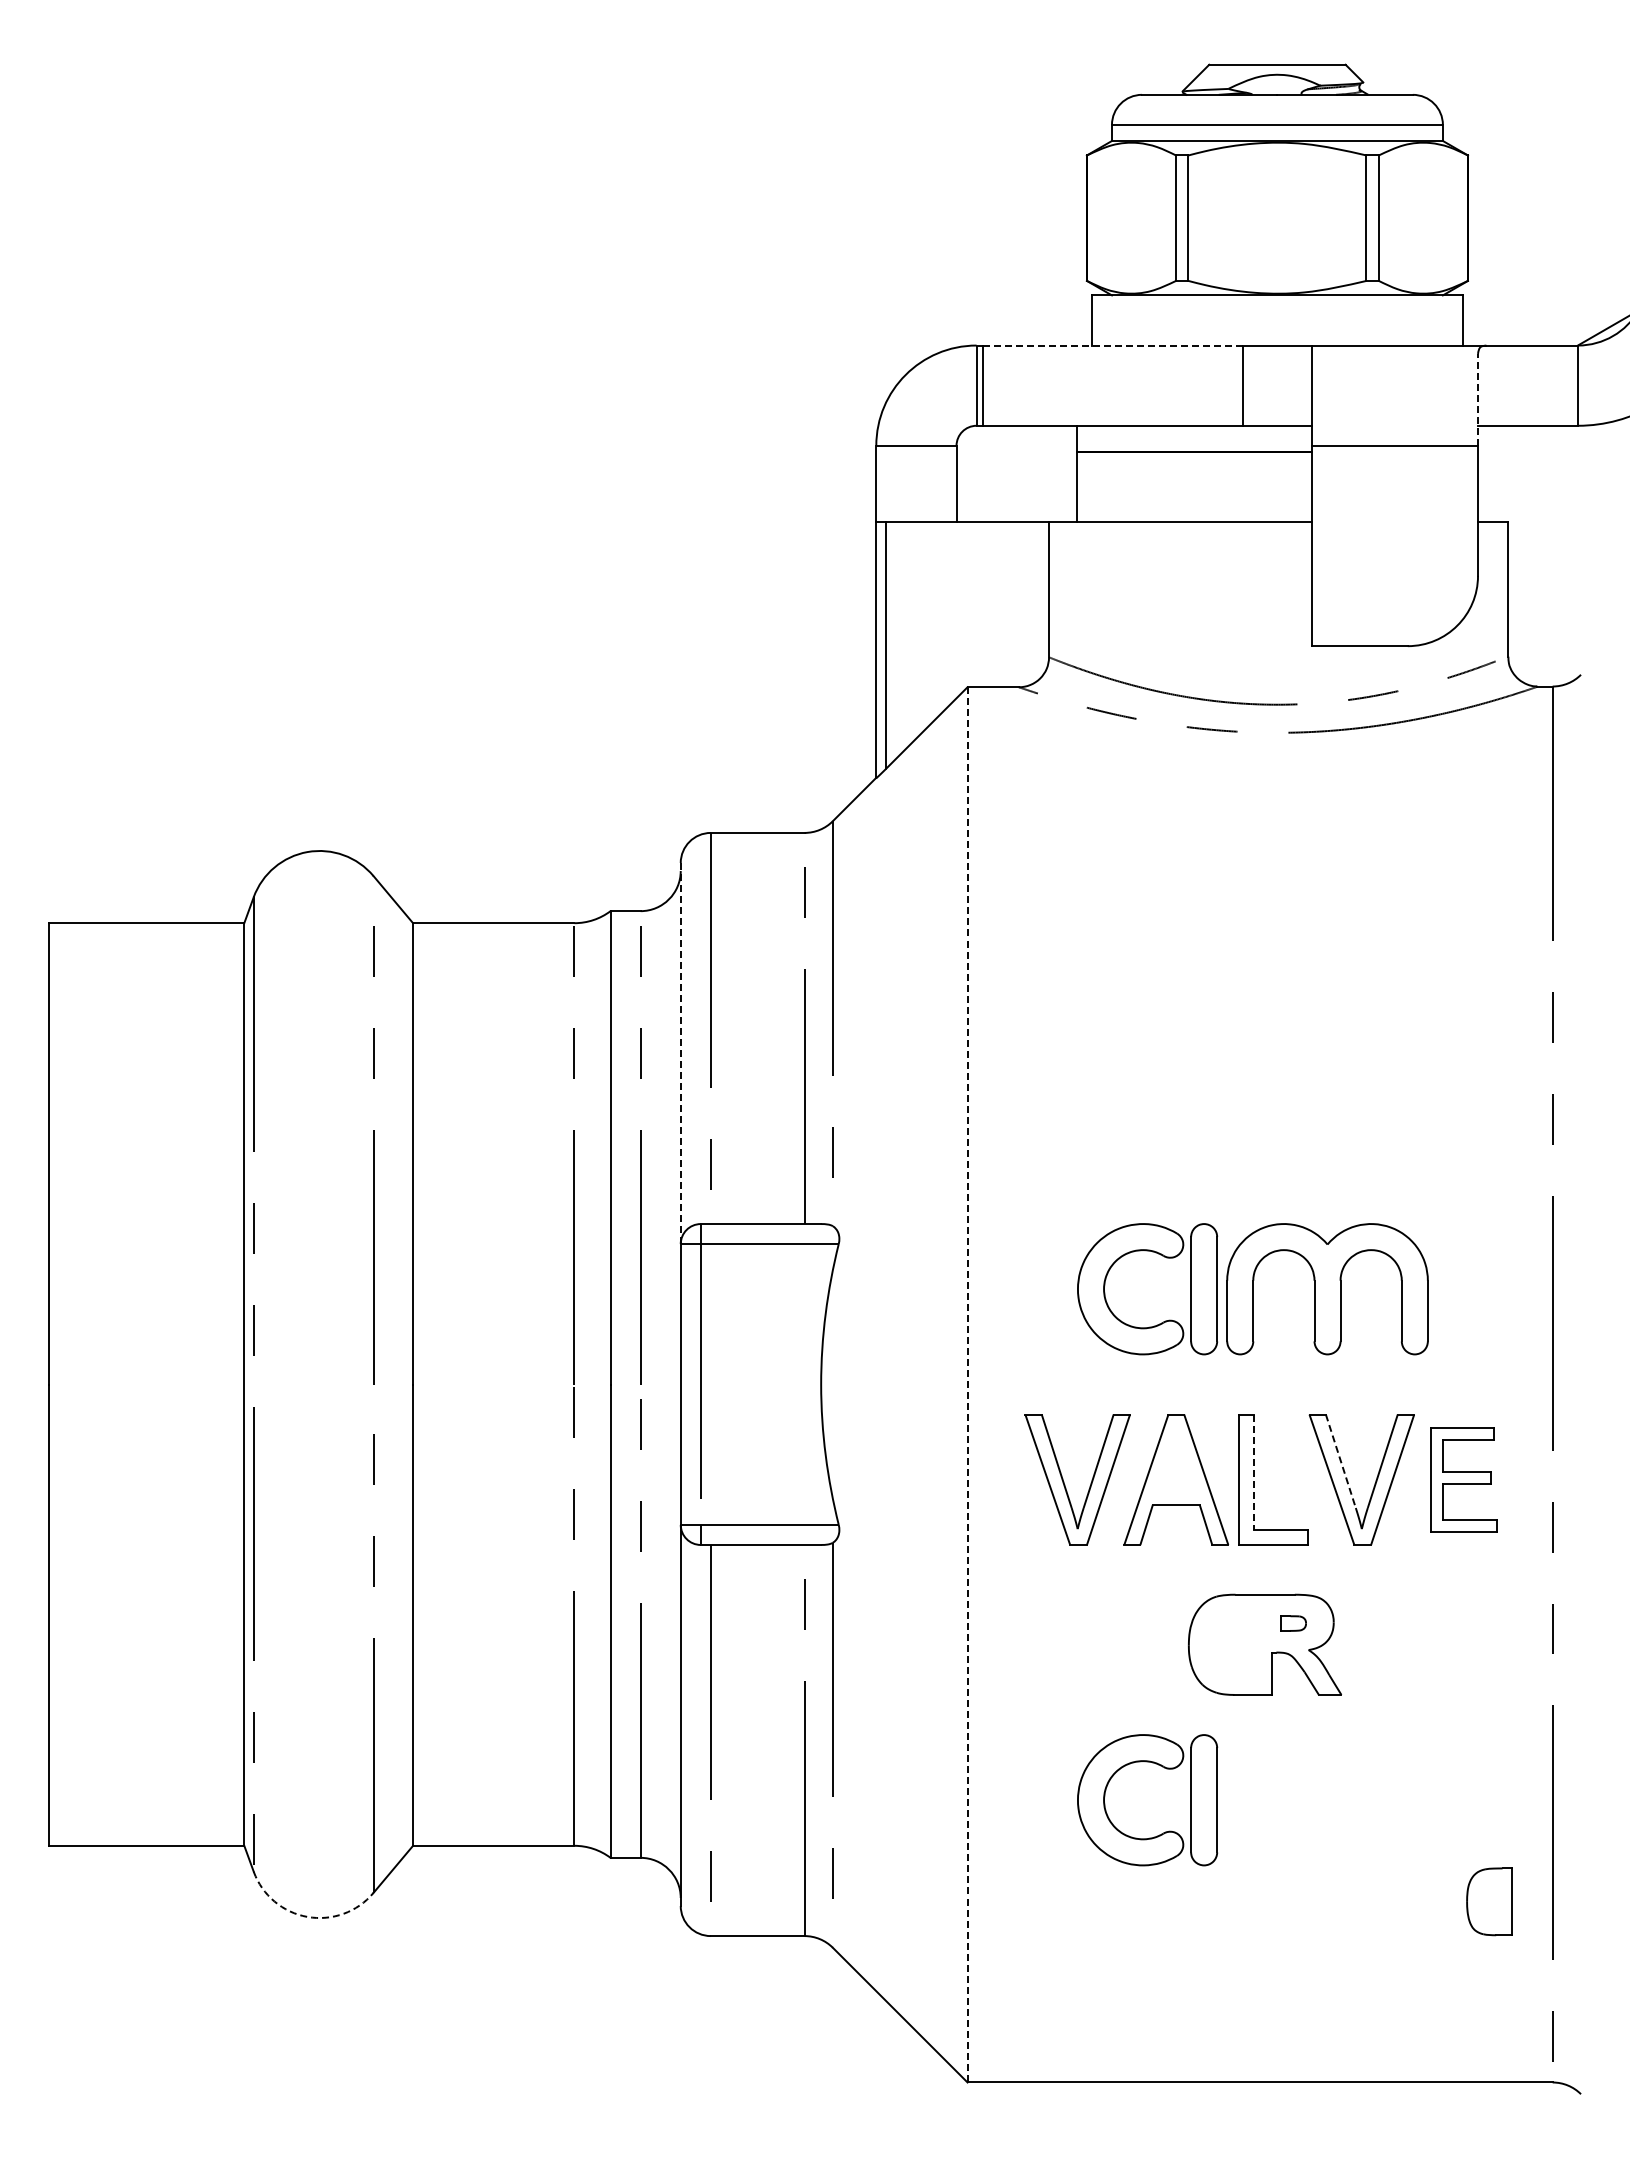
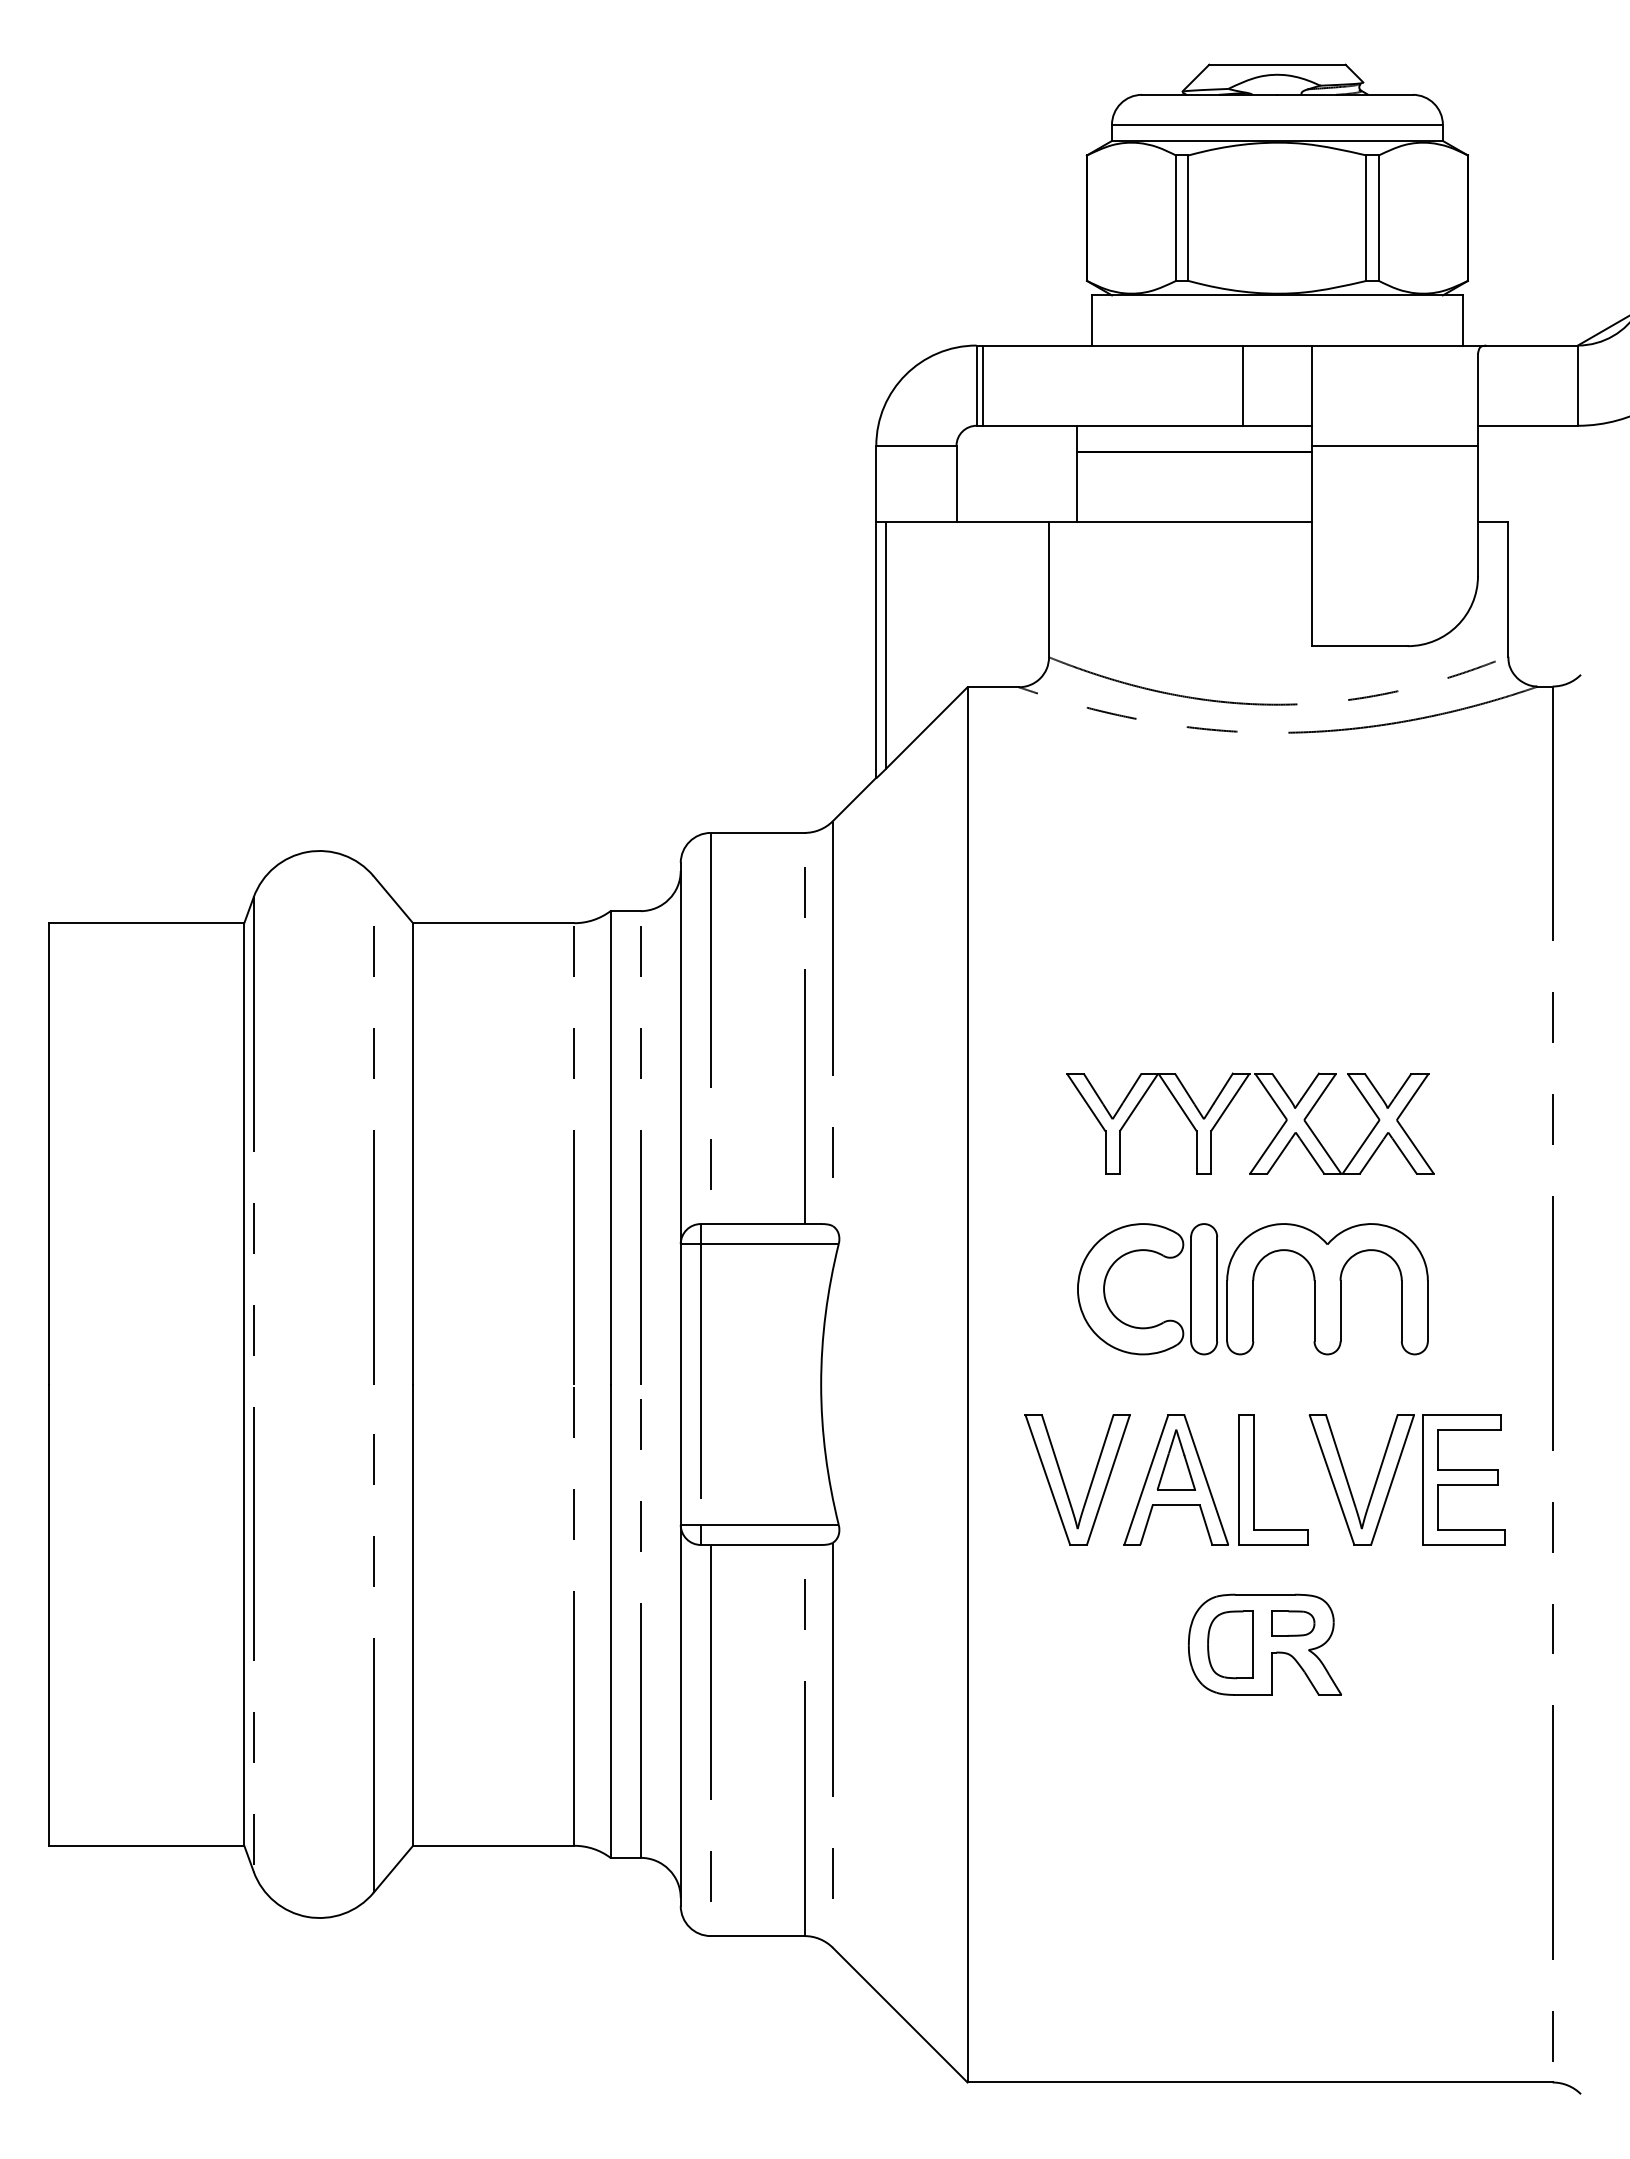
line at (1113, 345): dashed -> solid
line at (1478, 399): dashed -> solid
line at (680, 1053): dashed -> solid
part at (1273, 1137): none -> present
line at (967, 1384): dashed -> solid
part at (1175, 1459): none -> present
line at (1341, 1461): dashed -> solid
line at (1254, 1472): dashed -> solid
part at (1463, 1479) size: 68x106 px -> 84x132 px
part at (1293, 1623) size: 27x17 px -> 45x27 px
part at (1163, 1832): present -> none
part at (1489, 1901) position: (1489, 1901) -> (1230, 1644)
arc at (307, 1916): dashed -> solid
